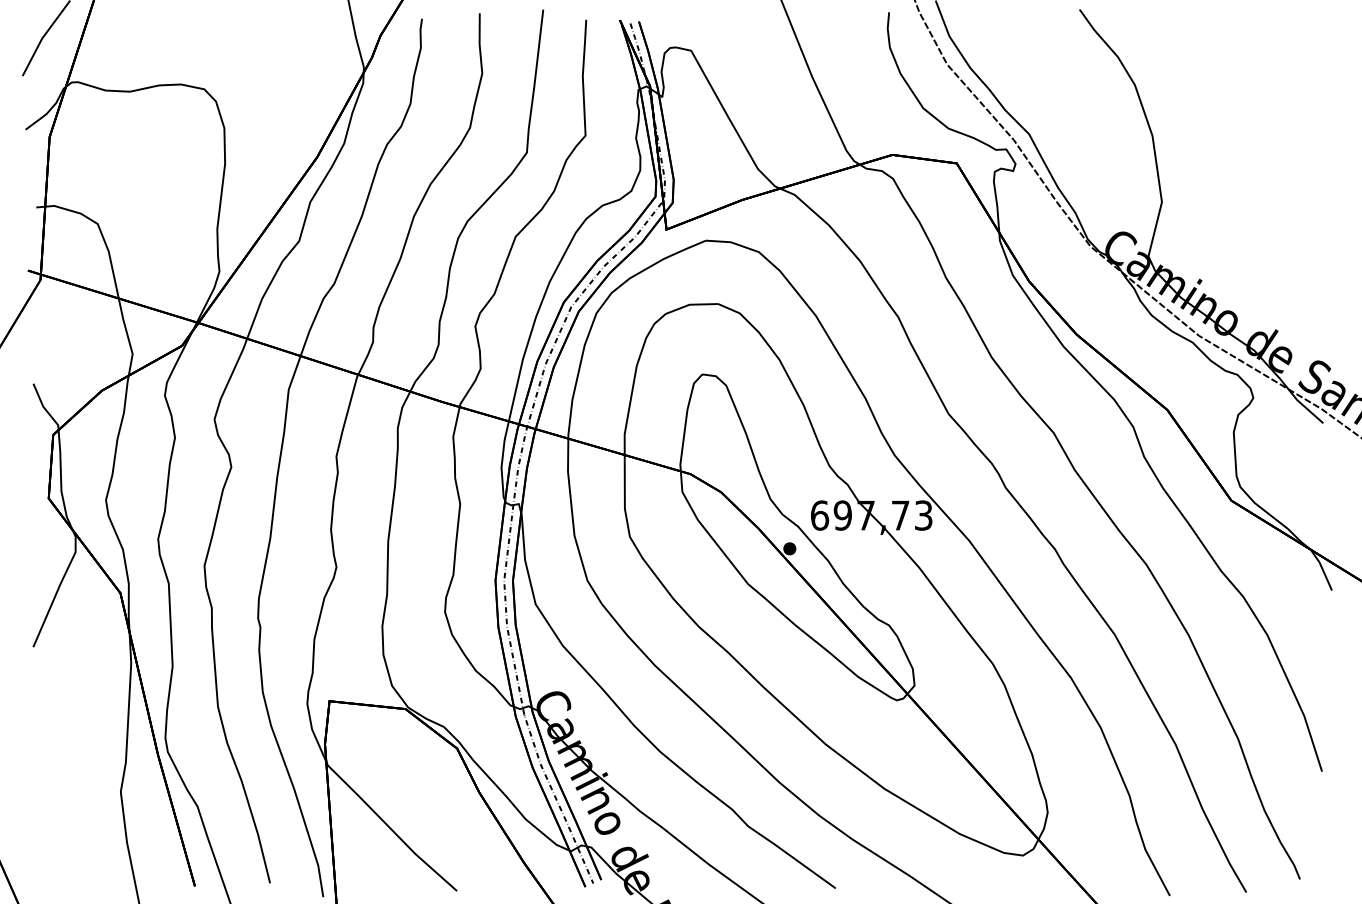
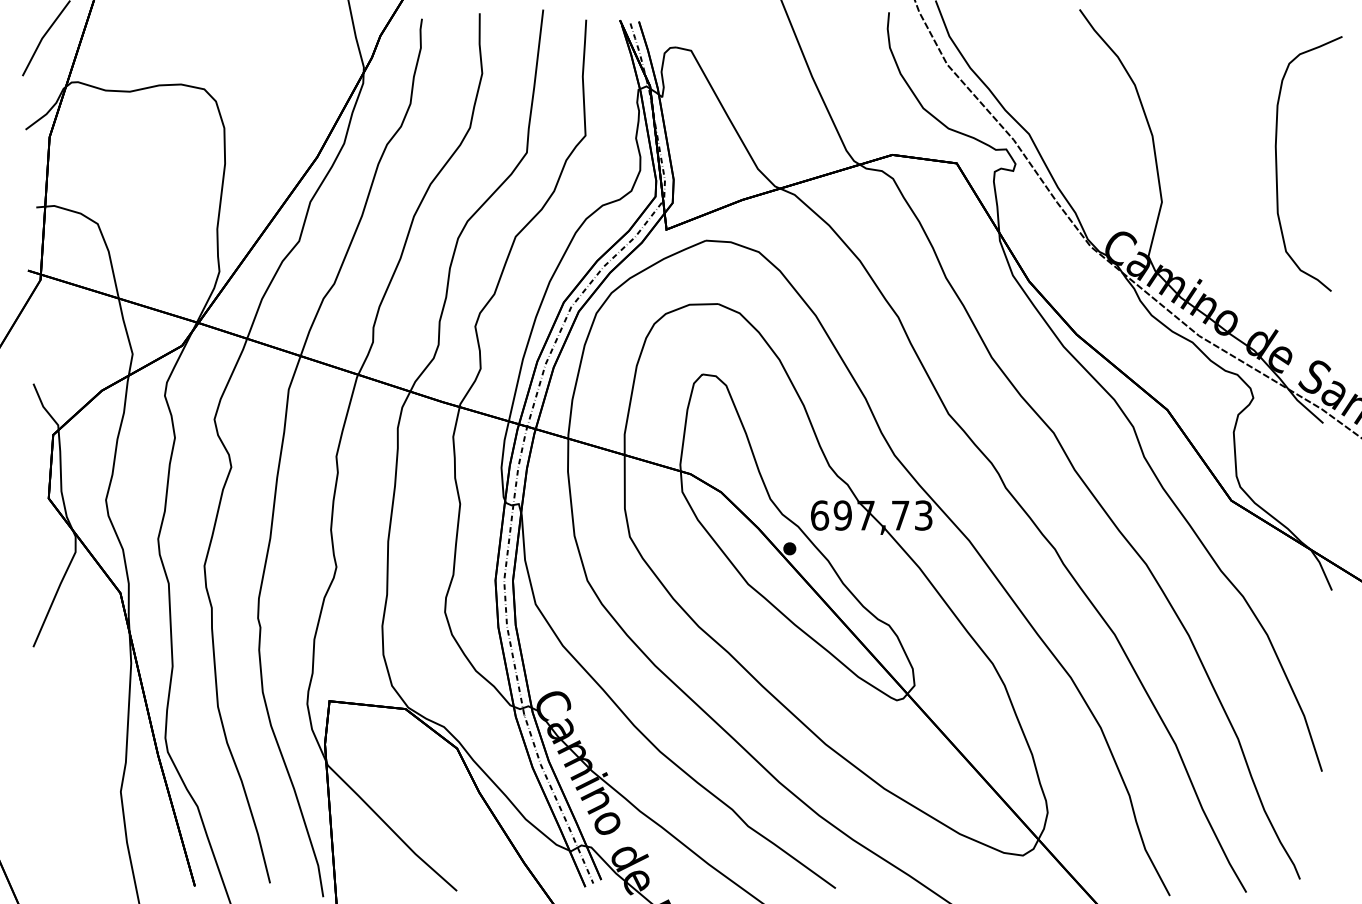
curve at (1277, 163): none -> present
